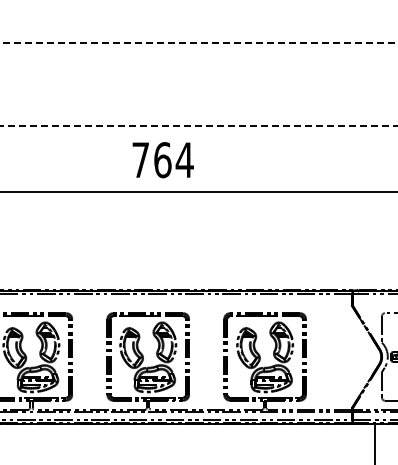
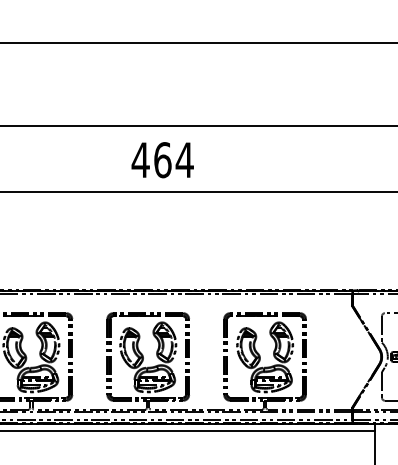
line at (199, 42): dashed -> solid
line at (199, 126): dashed -> solid
text at (140, 159): 764 -> 464
line at (188, 430): none -> present
